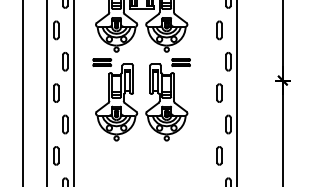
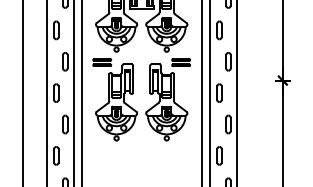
line at (81, 92): none -> present
line at (201, 92): none -> present
line at (209, 92): none -> present
